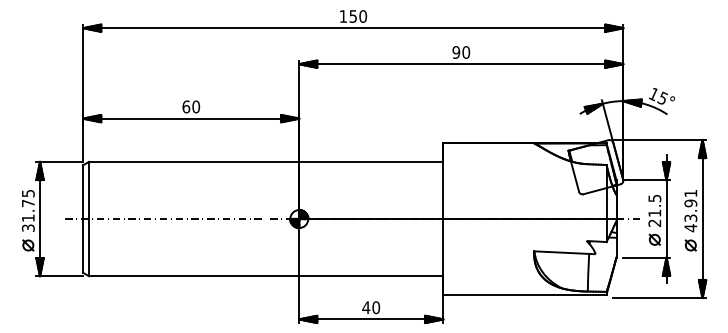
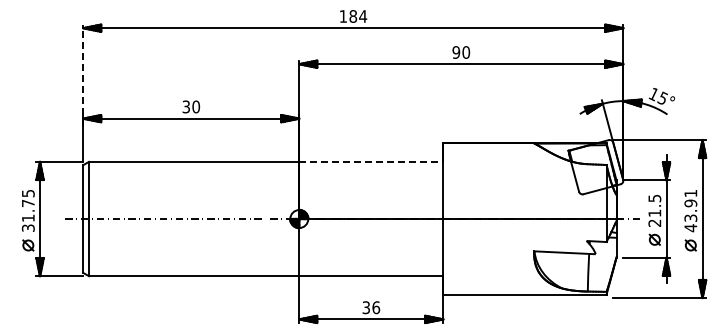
text at (358, 16): 150 -> 184
line at (83, 75): solid -> dashed
text at (186, 106): 60 -> 30
line at (371, 161): solid -> dashed
text at (371, 307): 40 -> 36
